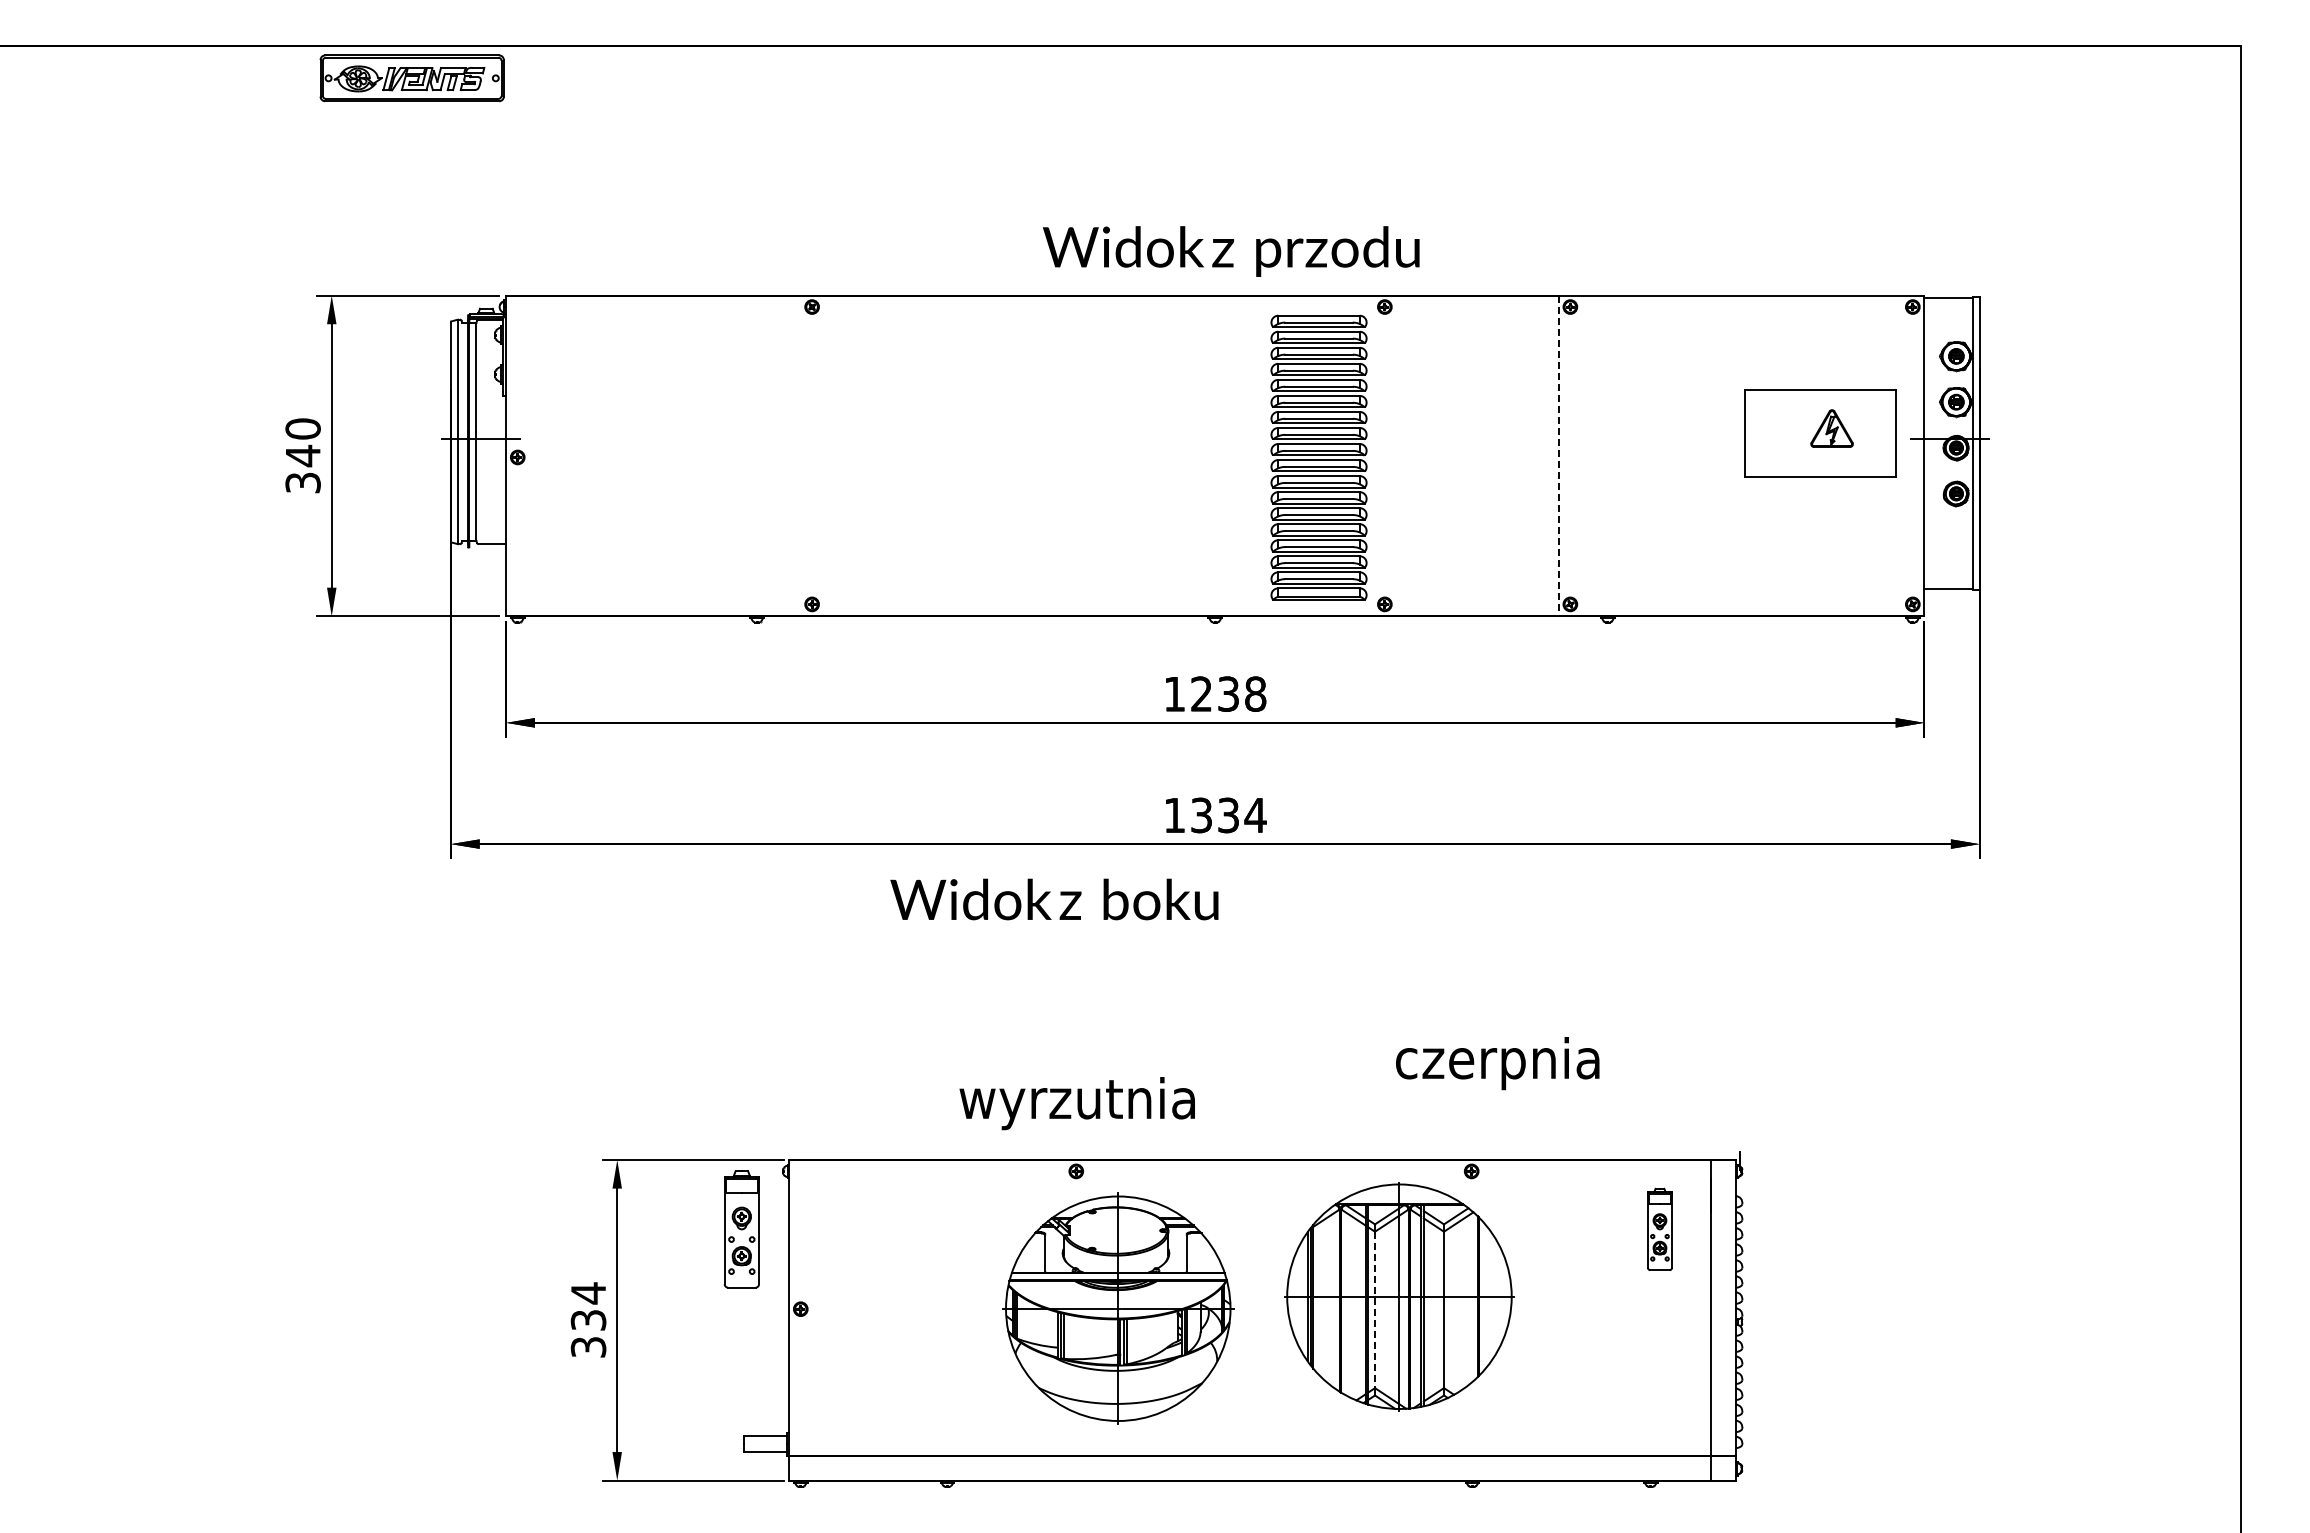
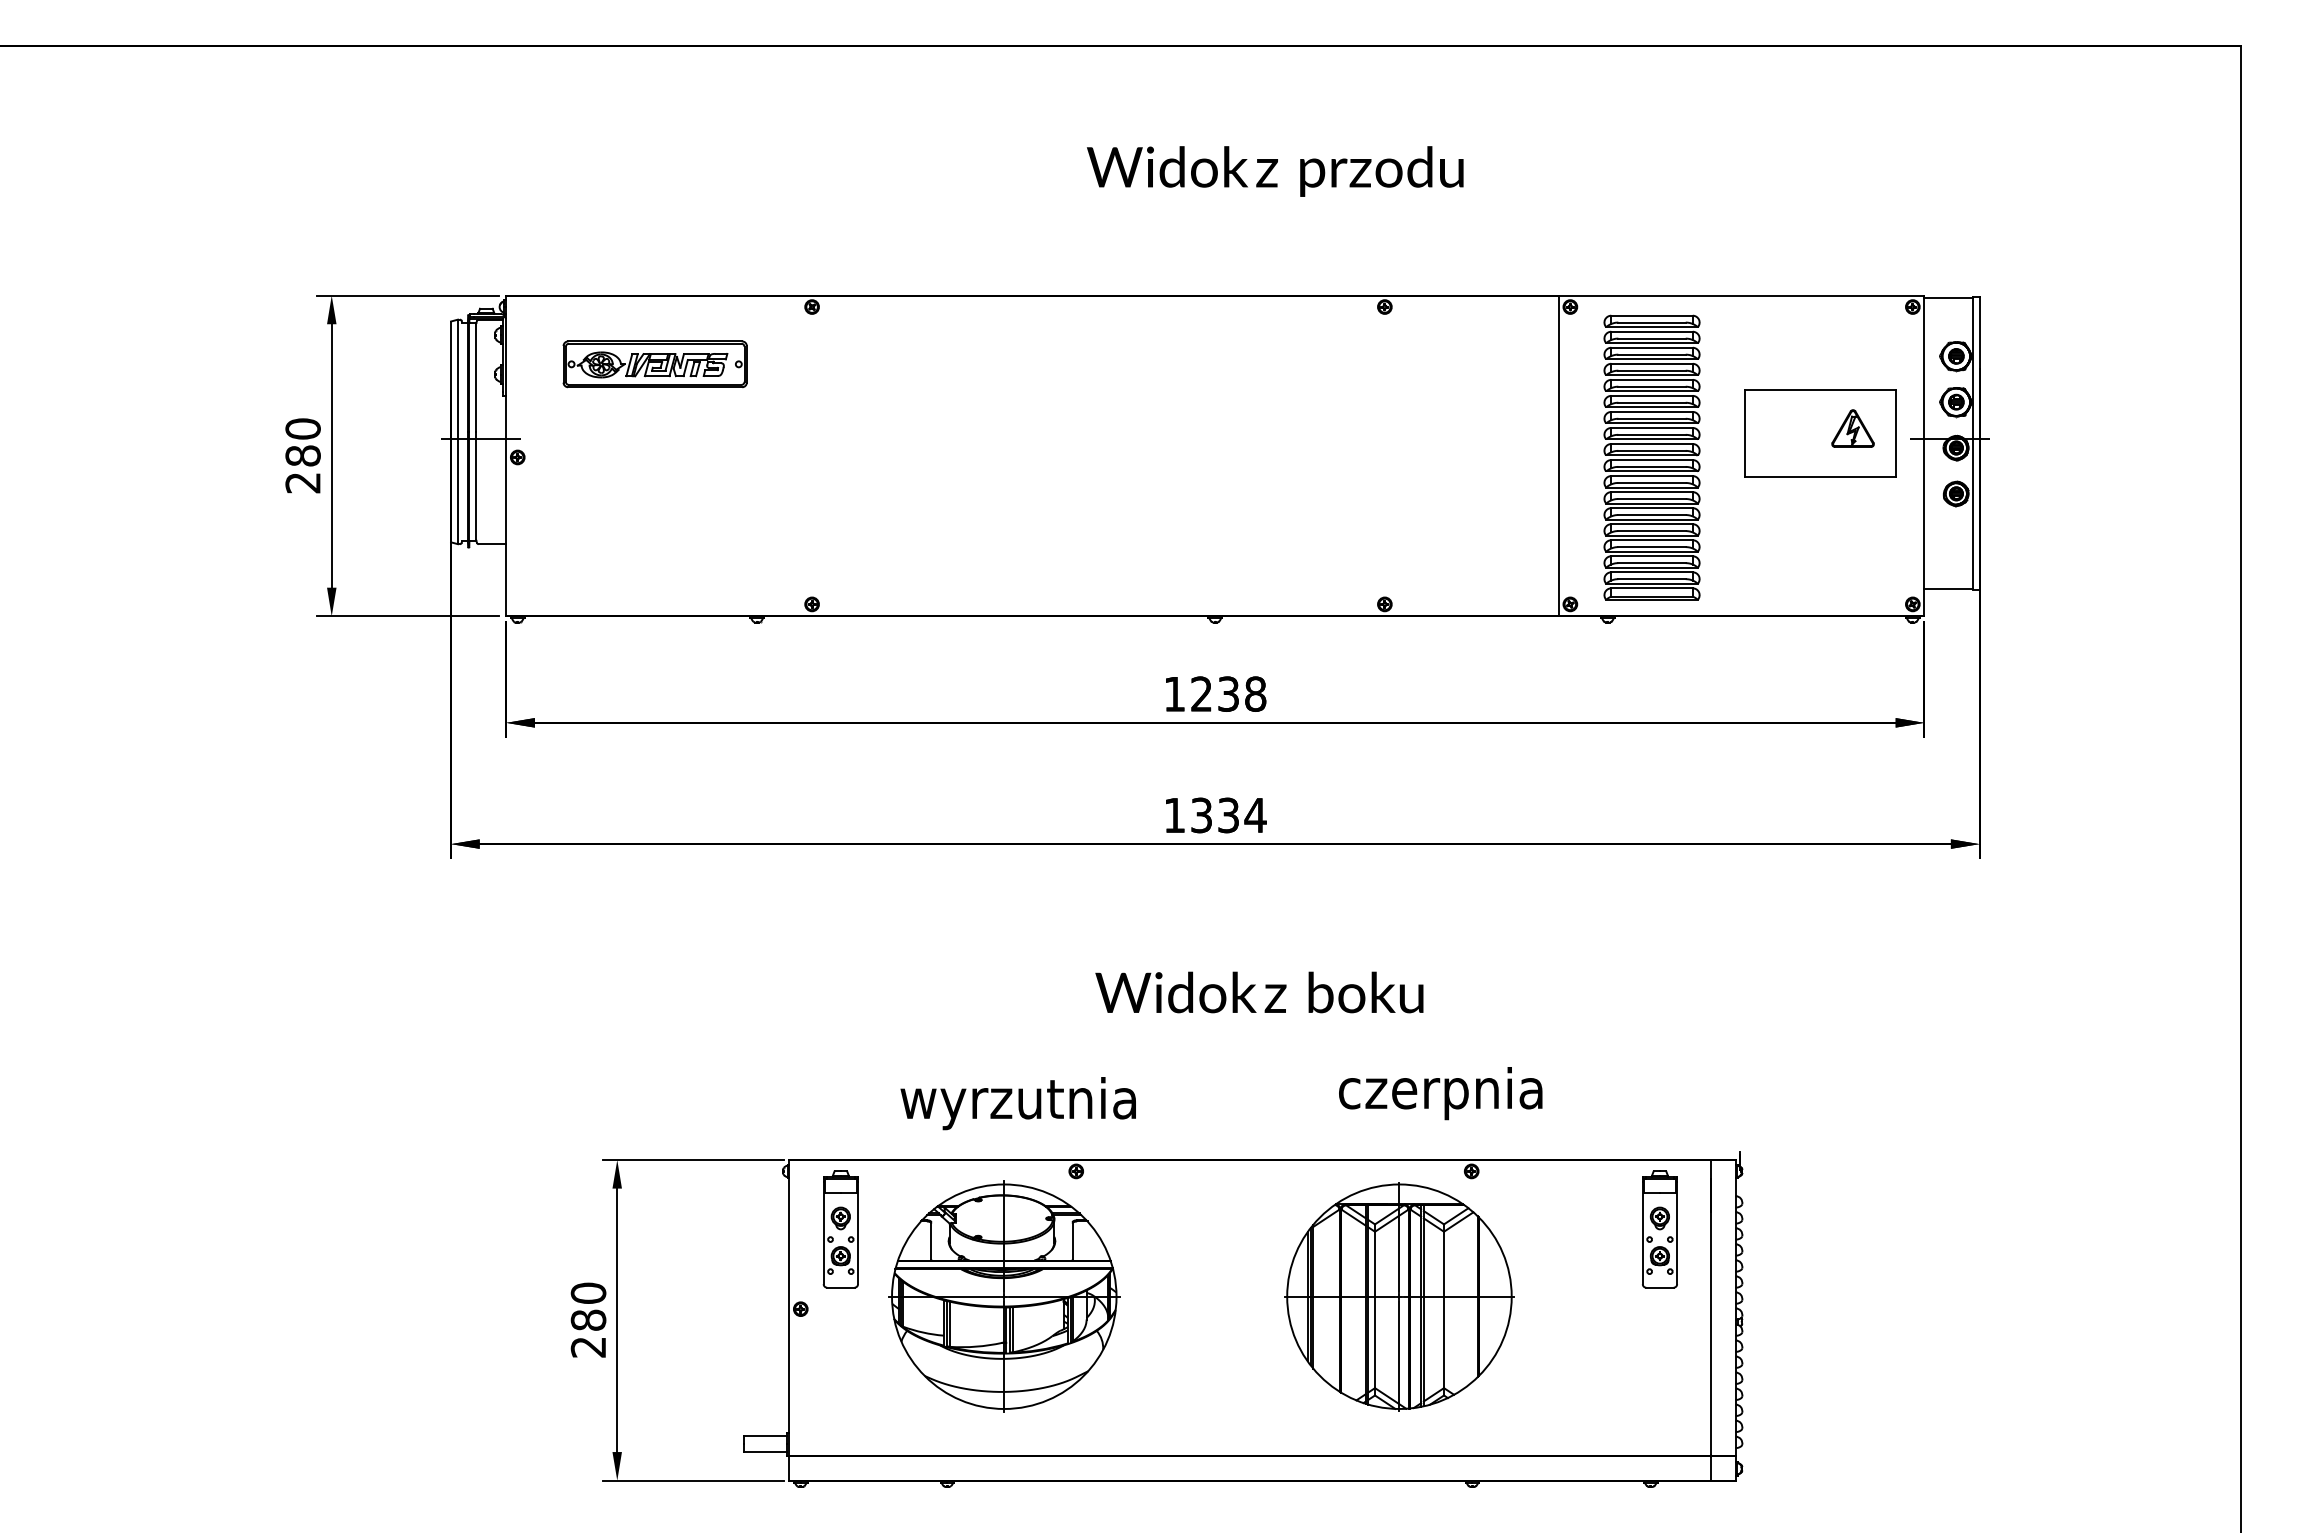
part at (411, 78) position: (411, 78) -> (654, 364)
text at (1231, 251) position: (1231, 251) -> (1275, 171)
part at (1831, 428) position: (1831, 428) -> (1852, 428)
line at (1559, 456): dashed -> solid
part at (1318, 457) position: (1318, 457) -> (1651, 457)
text at (302, 468): 340 -> 280
text at (1054, 899) position: (1054, 899) -> (1259, 992)
text at (1497, 1063) position: (1497, 1063) -> (1440, 1093)
text at (1076, 1103) position: (1076, 1103) -> (1017, 1103)
part at (1659, 1228) size: 26x84 px -> 36x119 px
part at (741, 1229) position: (741, 1229) -> (840, 1229)
part at (1118, 1308) position: (1118, 1308) -> (1004, 1296)
line at (1375, 1310): dashed -> solid
text at (588, 1319): 334 -> 280
